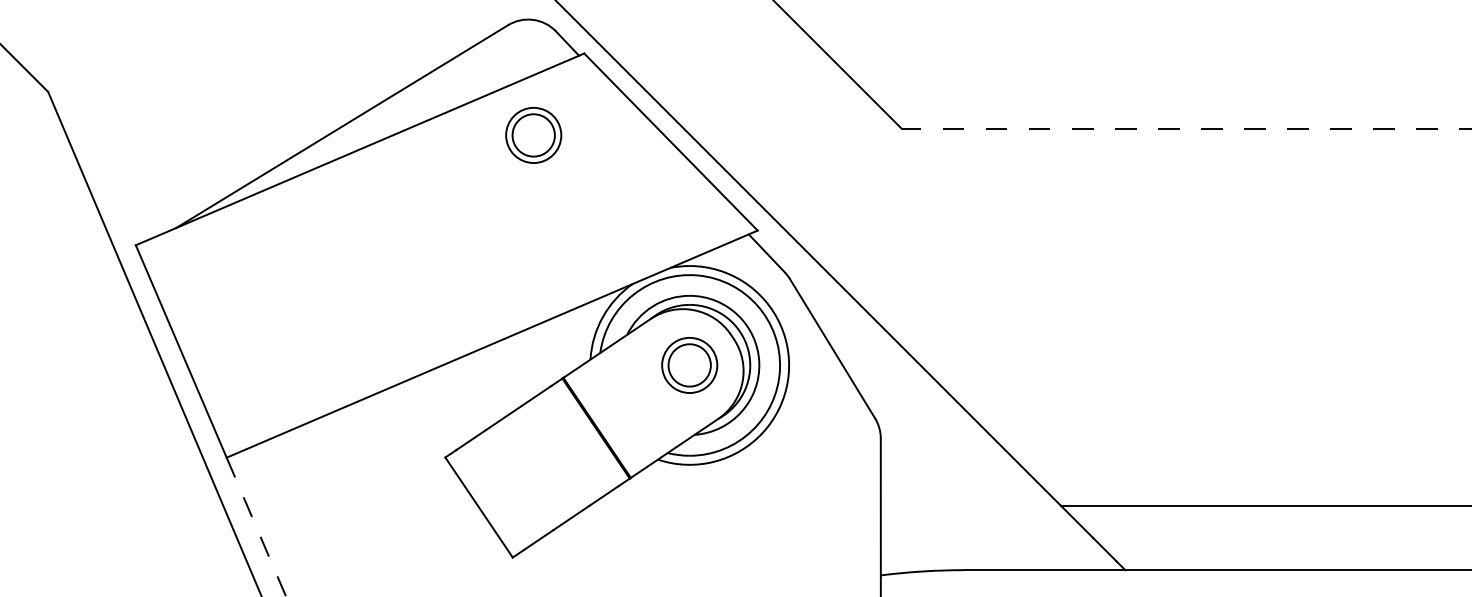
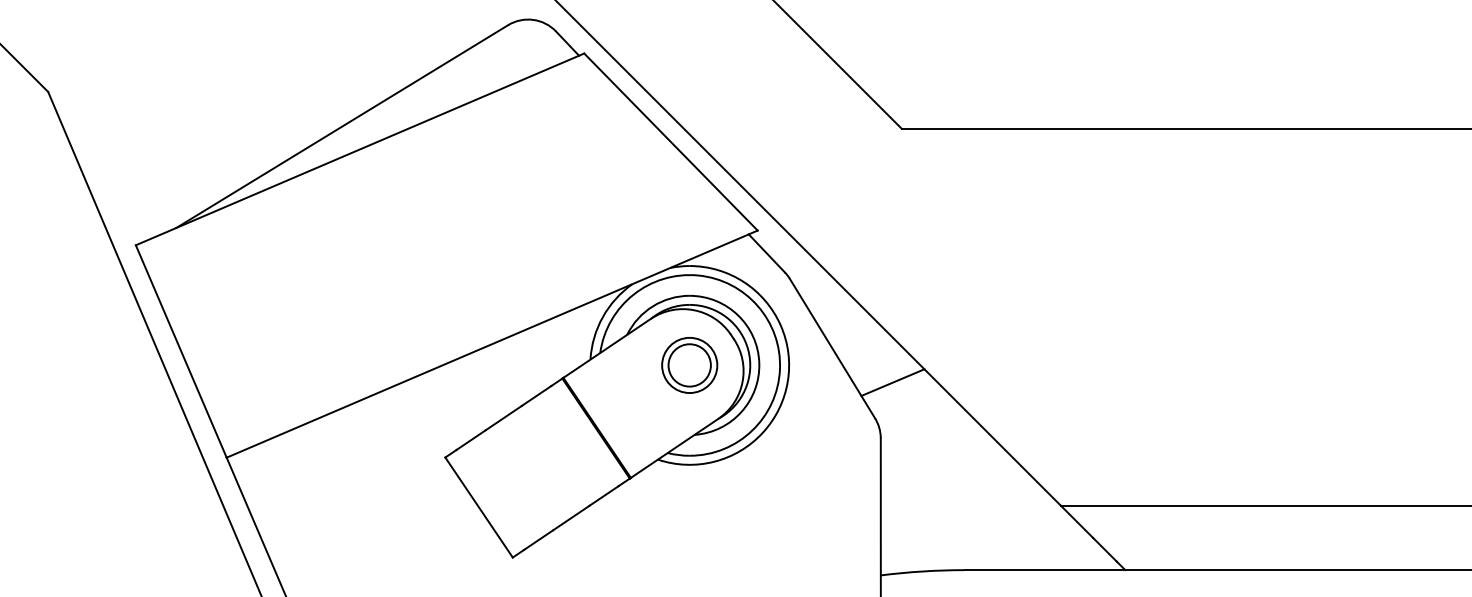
line at (1186, 128): dashed -> solid
part at (533, 135): present -> none
line at (892, 382): none -> present
line at (256, 527): dashed -> solid
